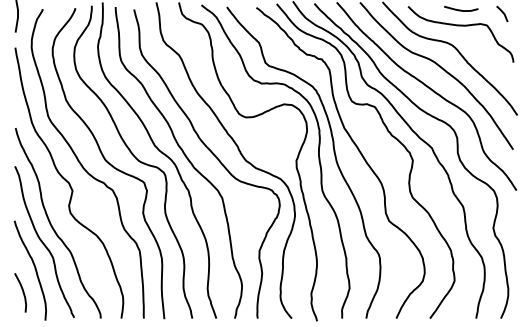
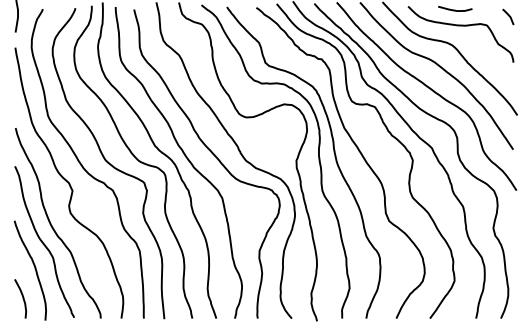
line at (461, 9) position: (461, 9) -> (455, 9)
curve at (502, 13) position: (502, 13) -> (508, 16)
curve at (22, 292) position: (22, 292) -> (22, 298)
